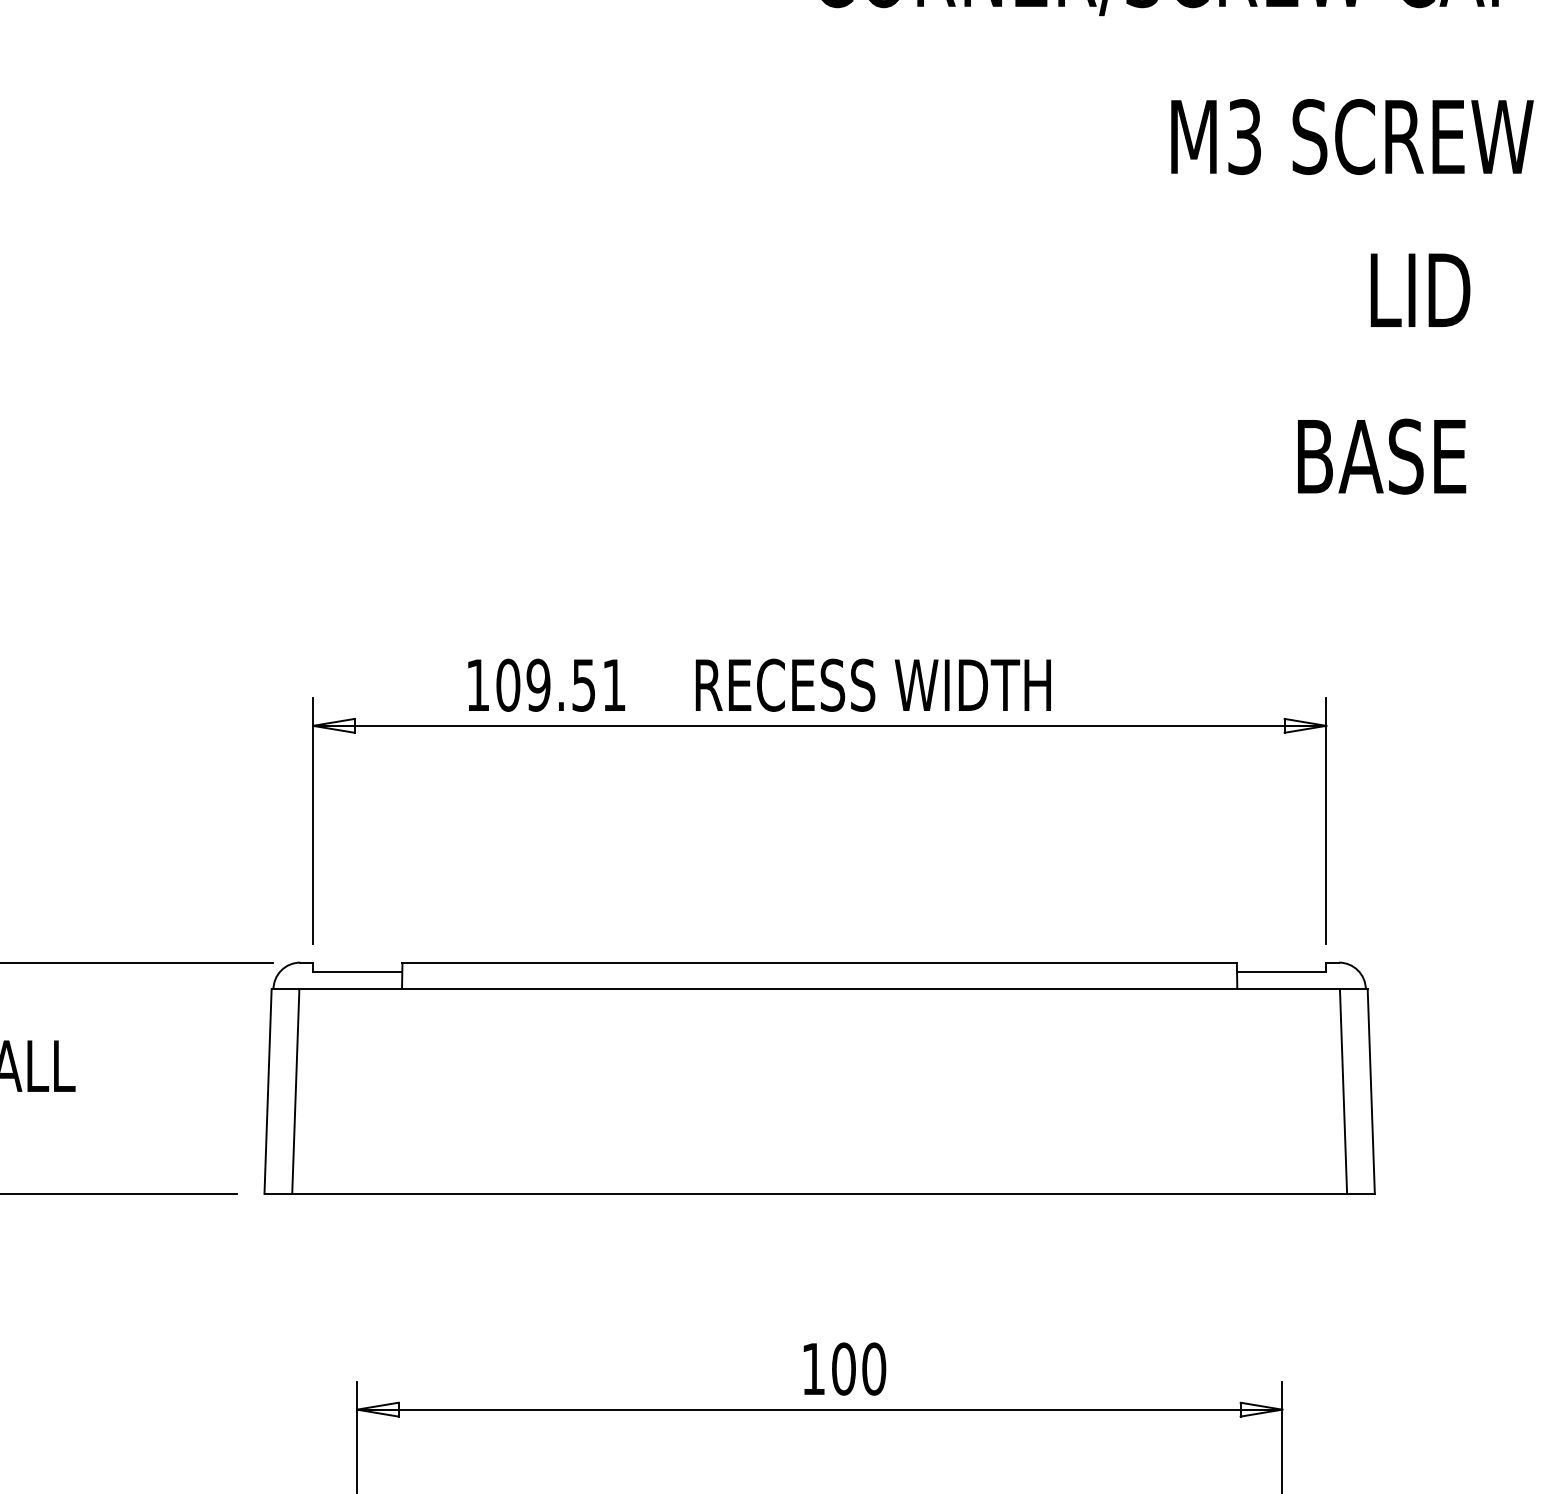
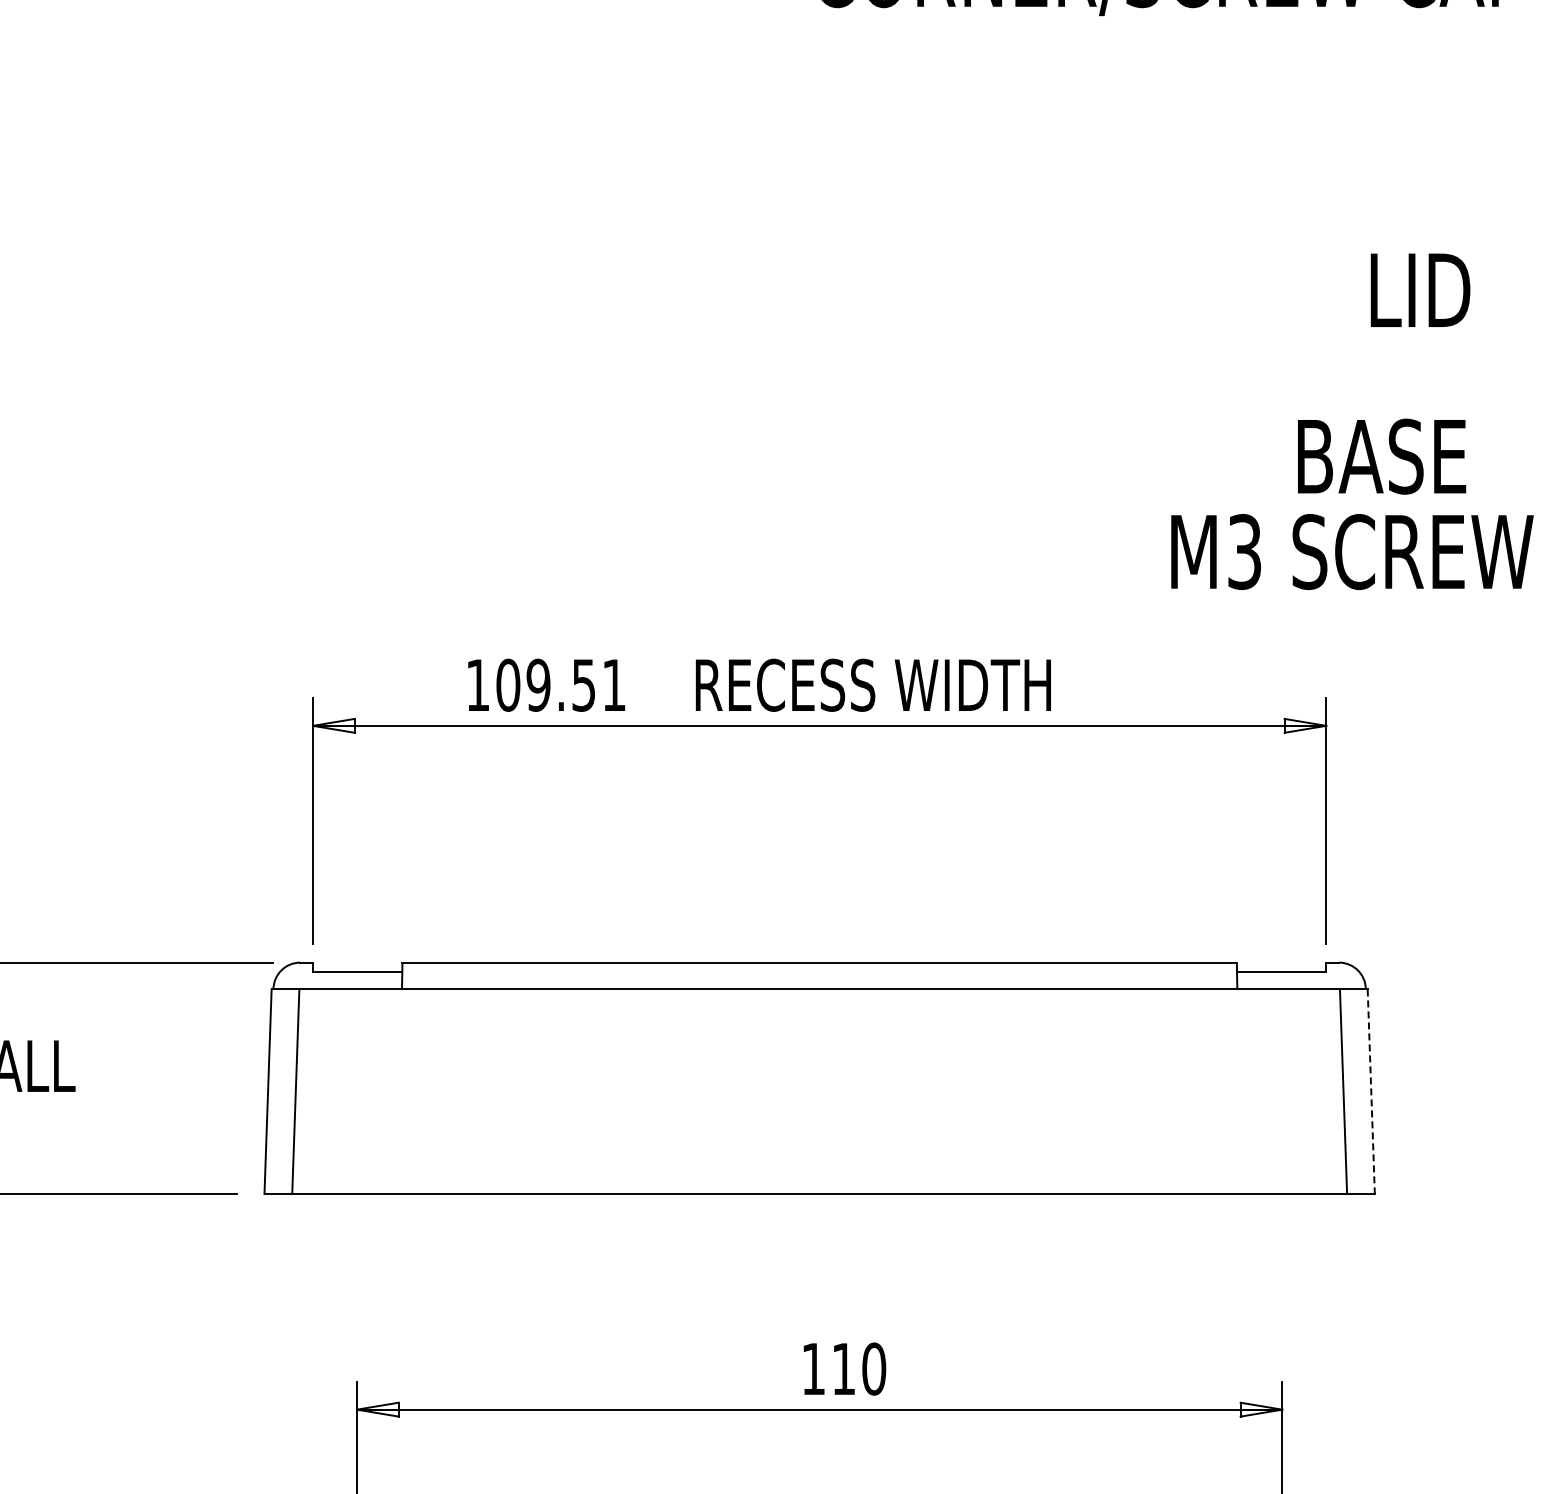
text at (1352, 136) position: (1352, 136) -> (1352, 551)
line at (1371, 1092): solid -> dashed
text at (843, 1368): 100 -> 110
